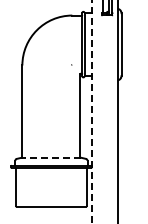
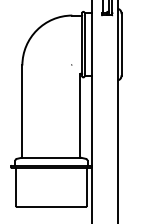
line at (91, 112): dashed -> solid
line at (51, 157): dashed -> solid
